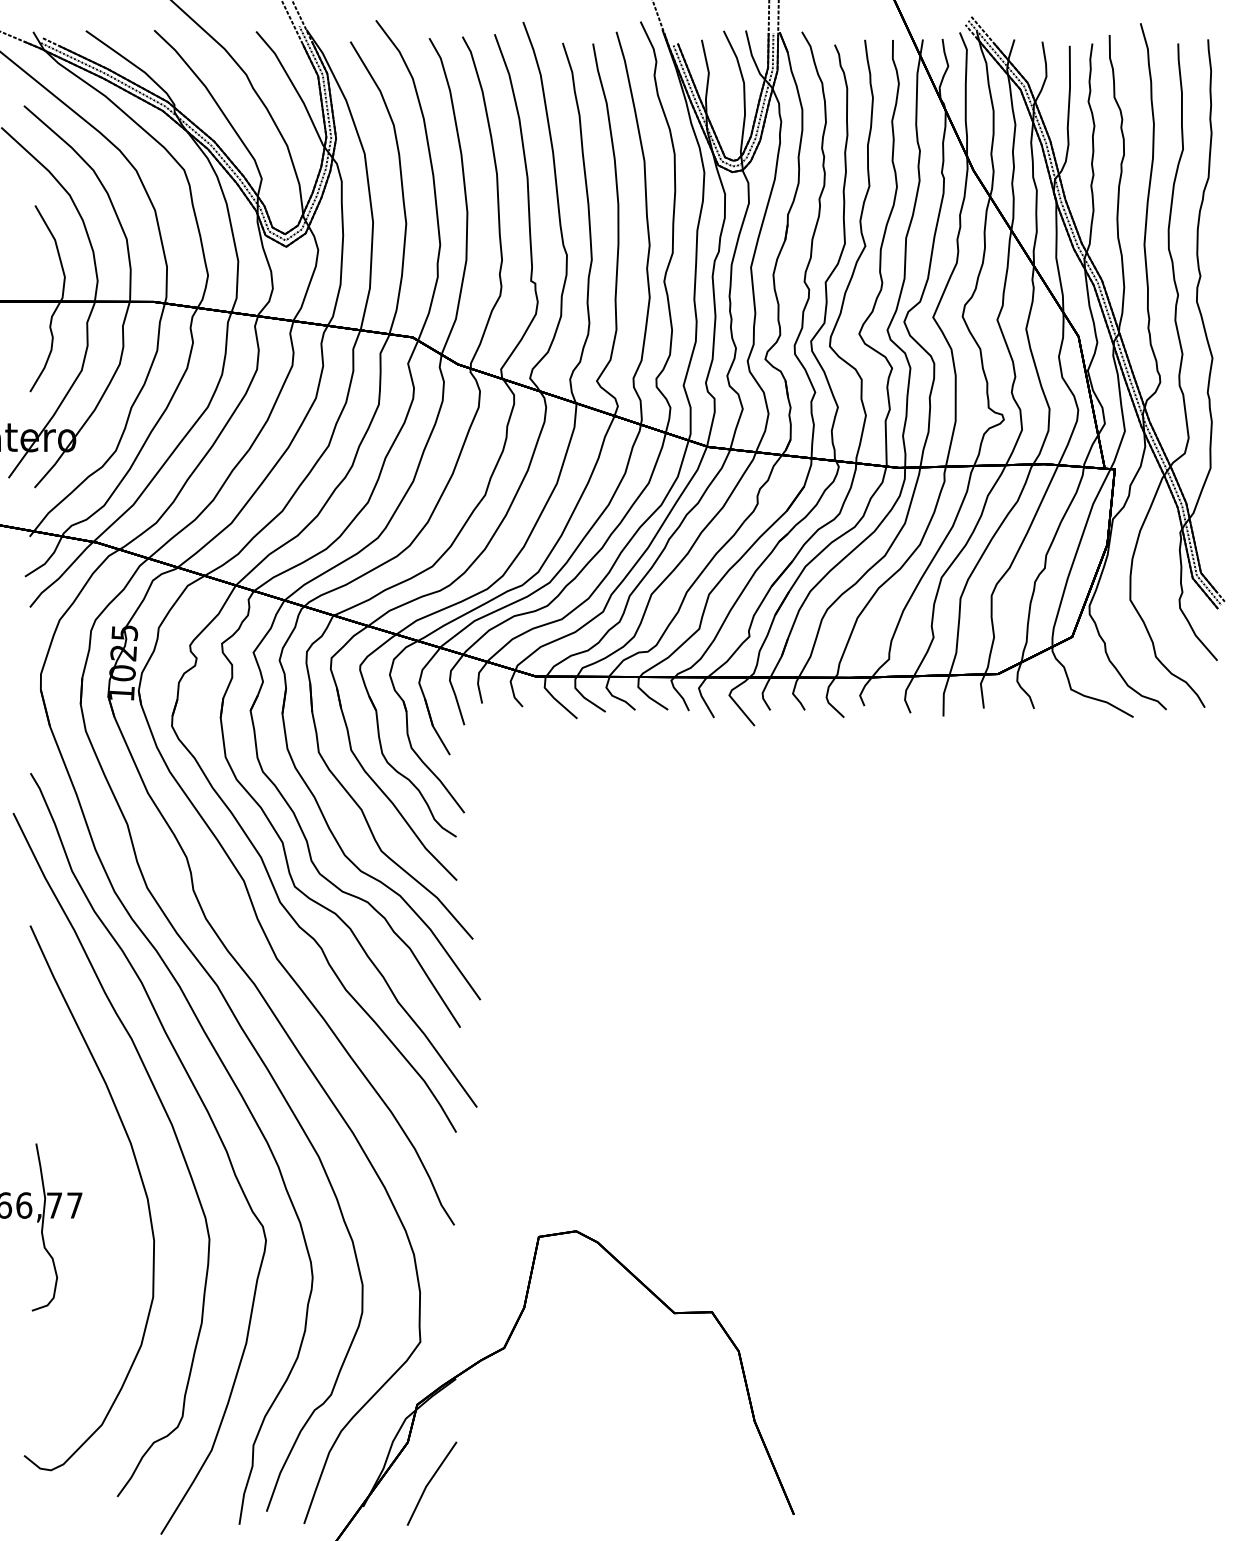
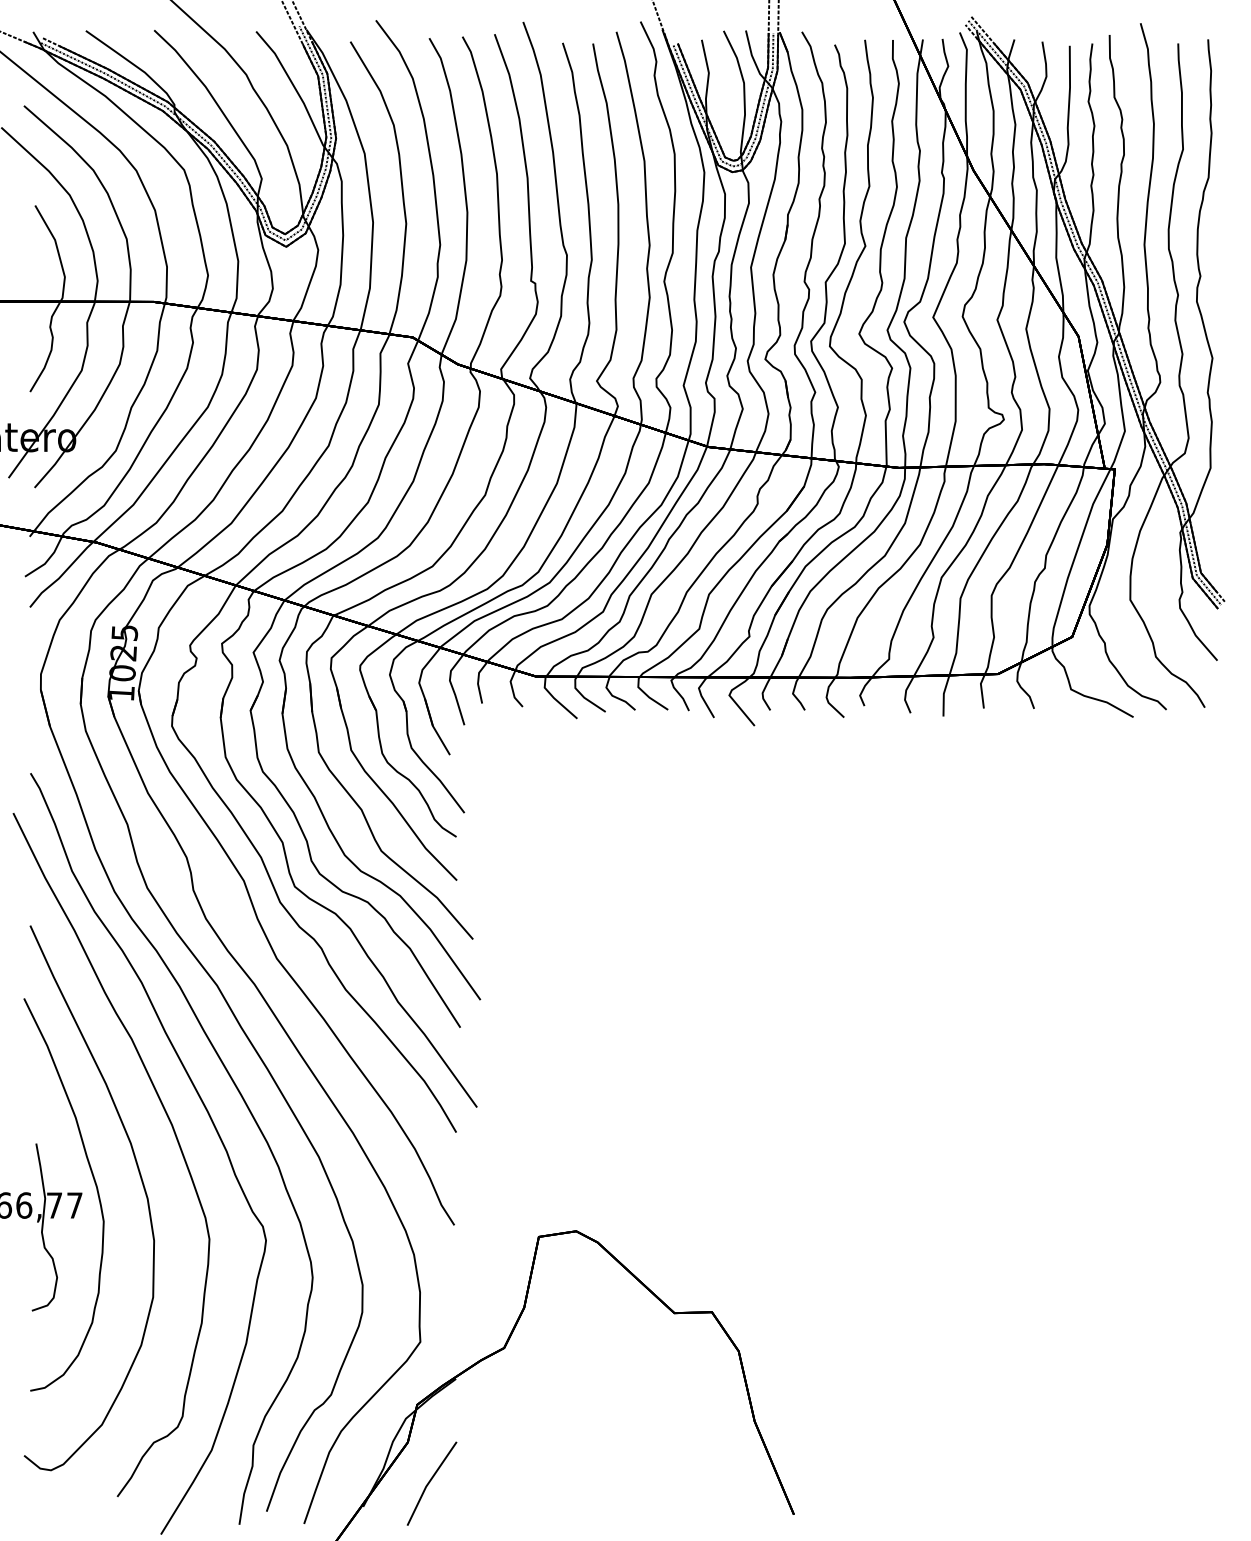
part at (94, 1183): none -> present
